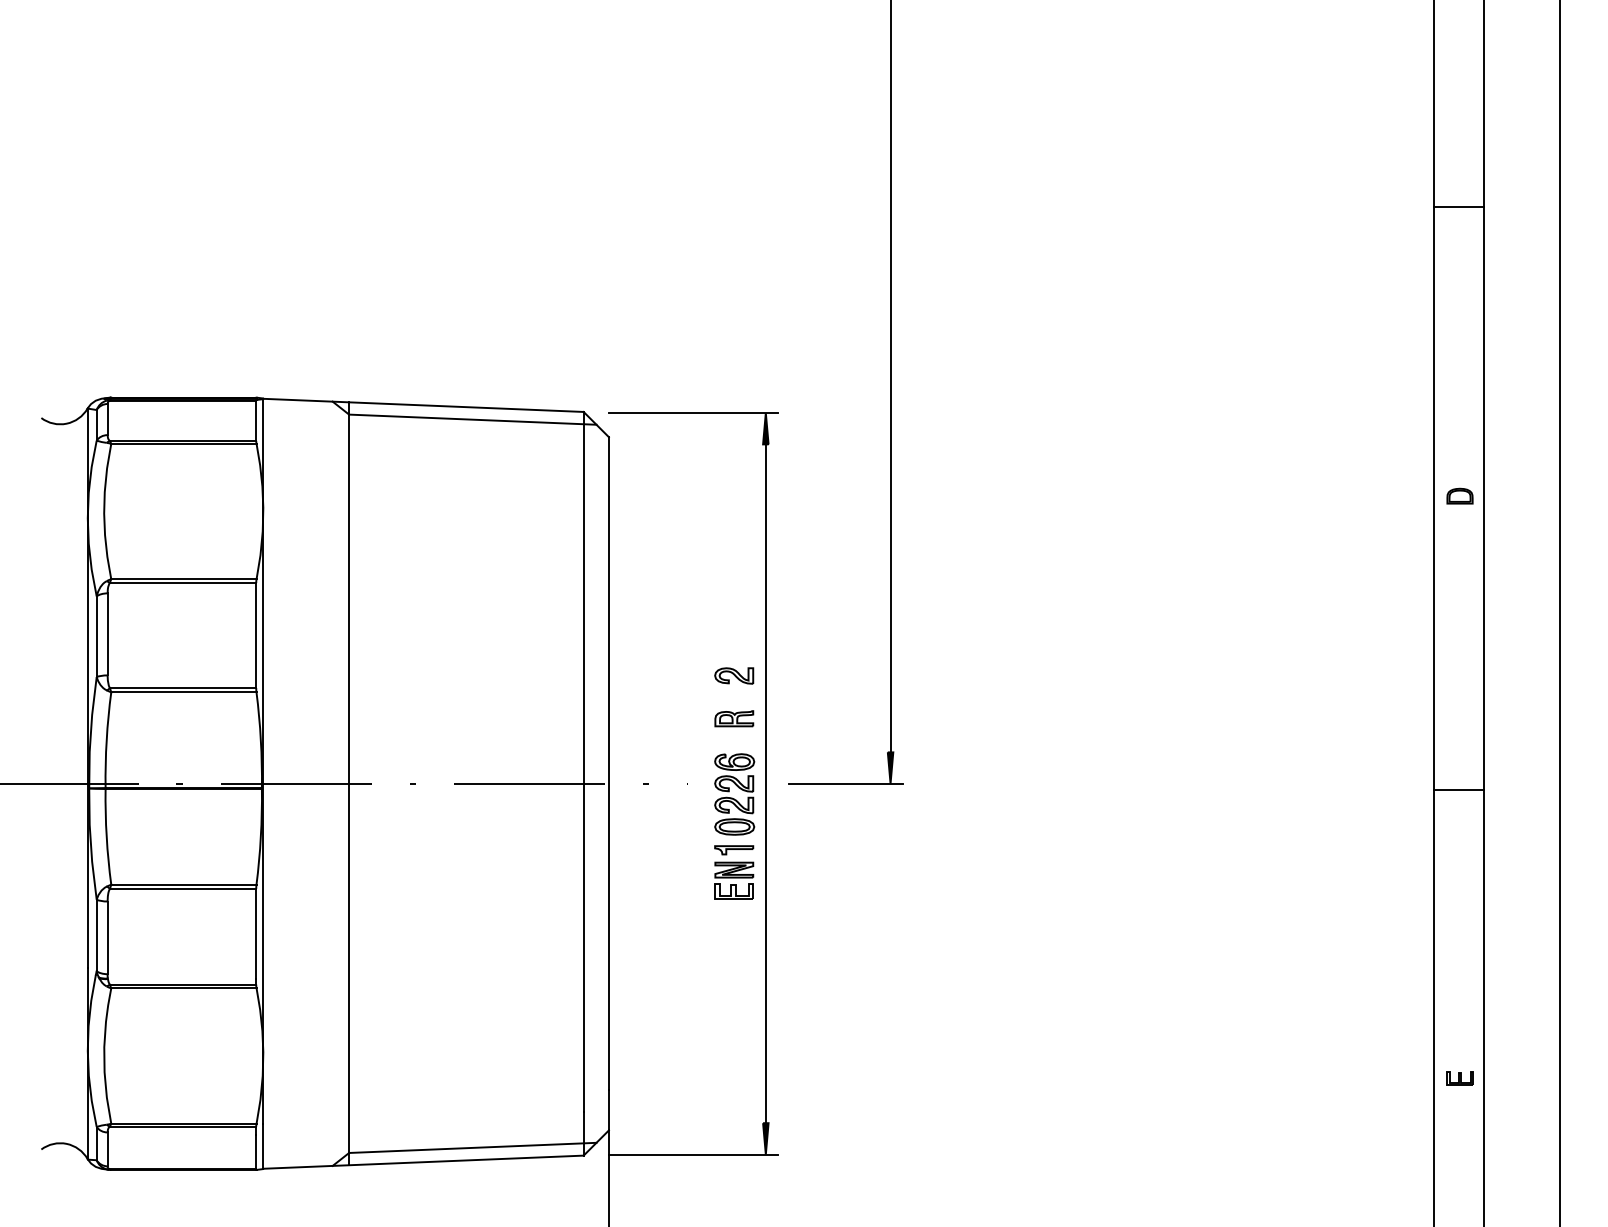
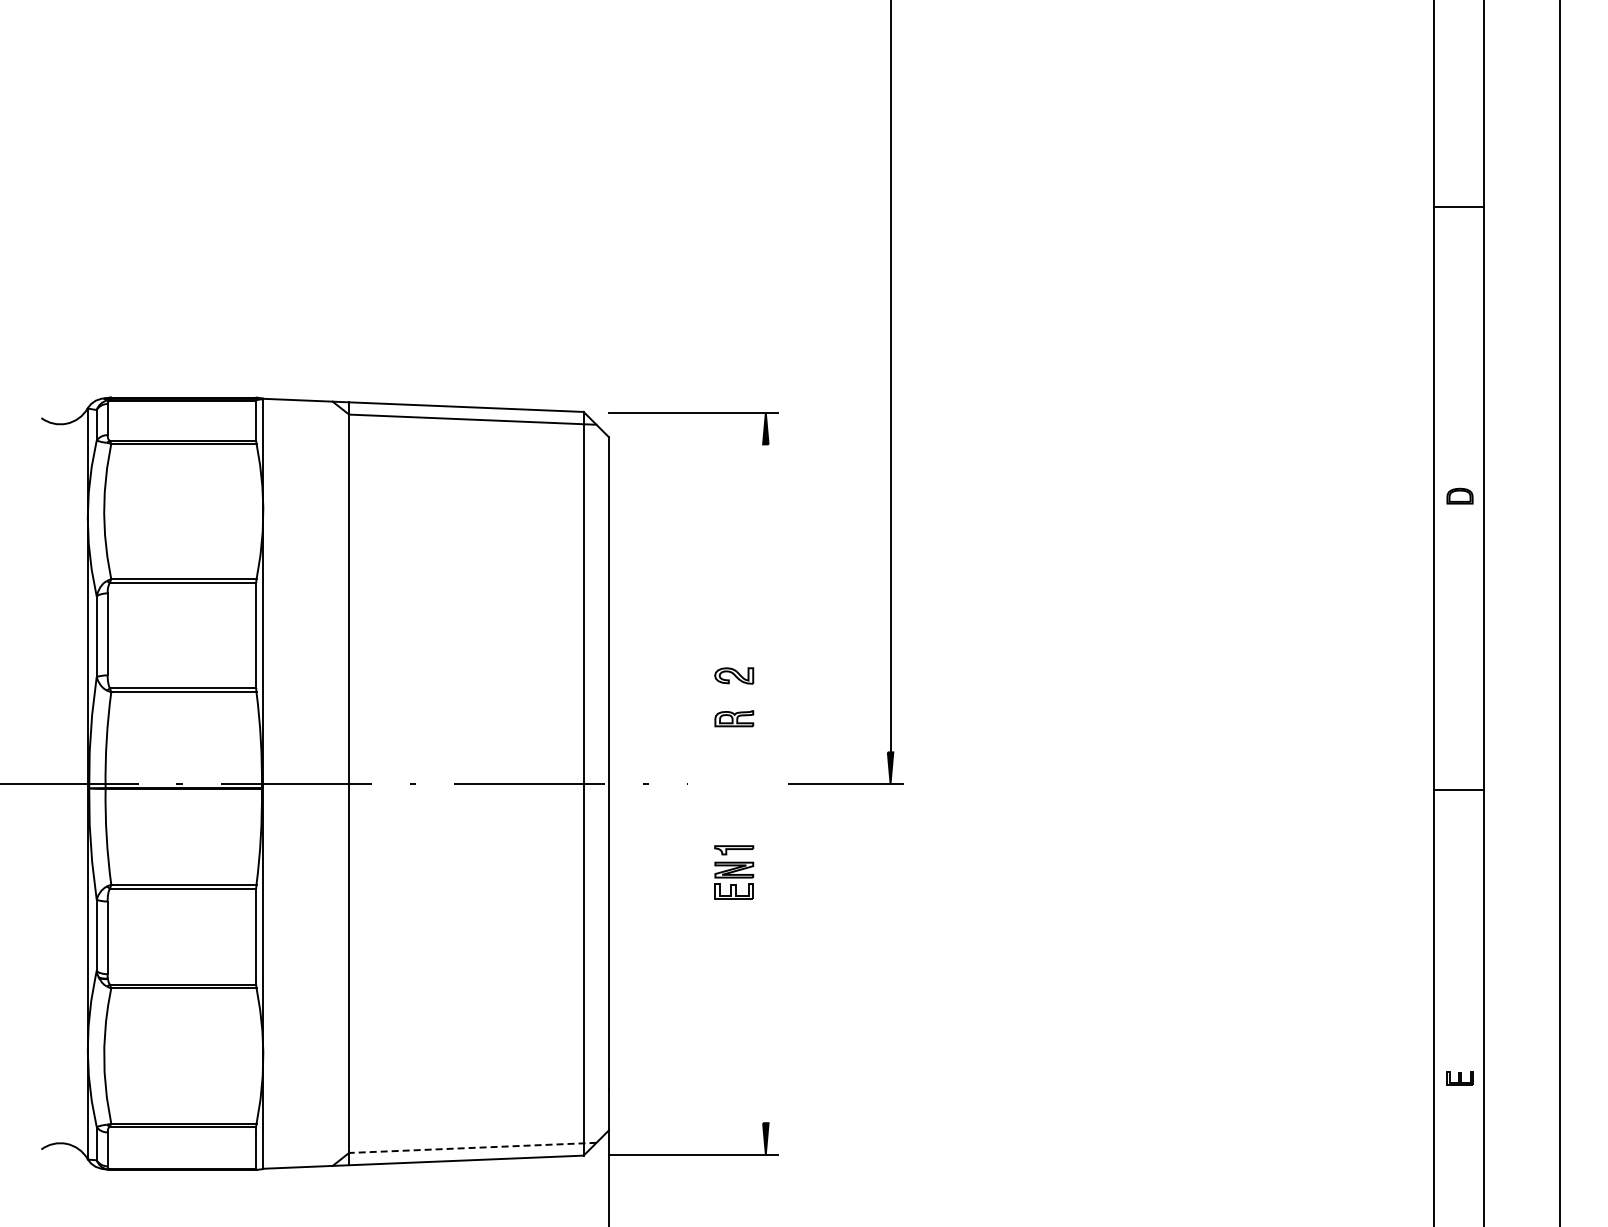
line at (765, 783): present -> none
part at (734, 794): present -> none
line at (472, 1147): solid -> dashed
